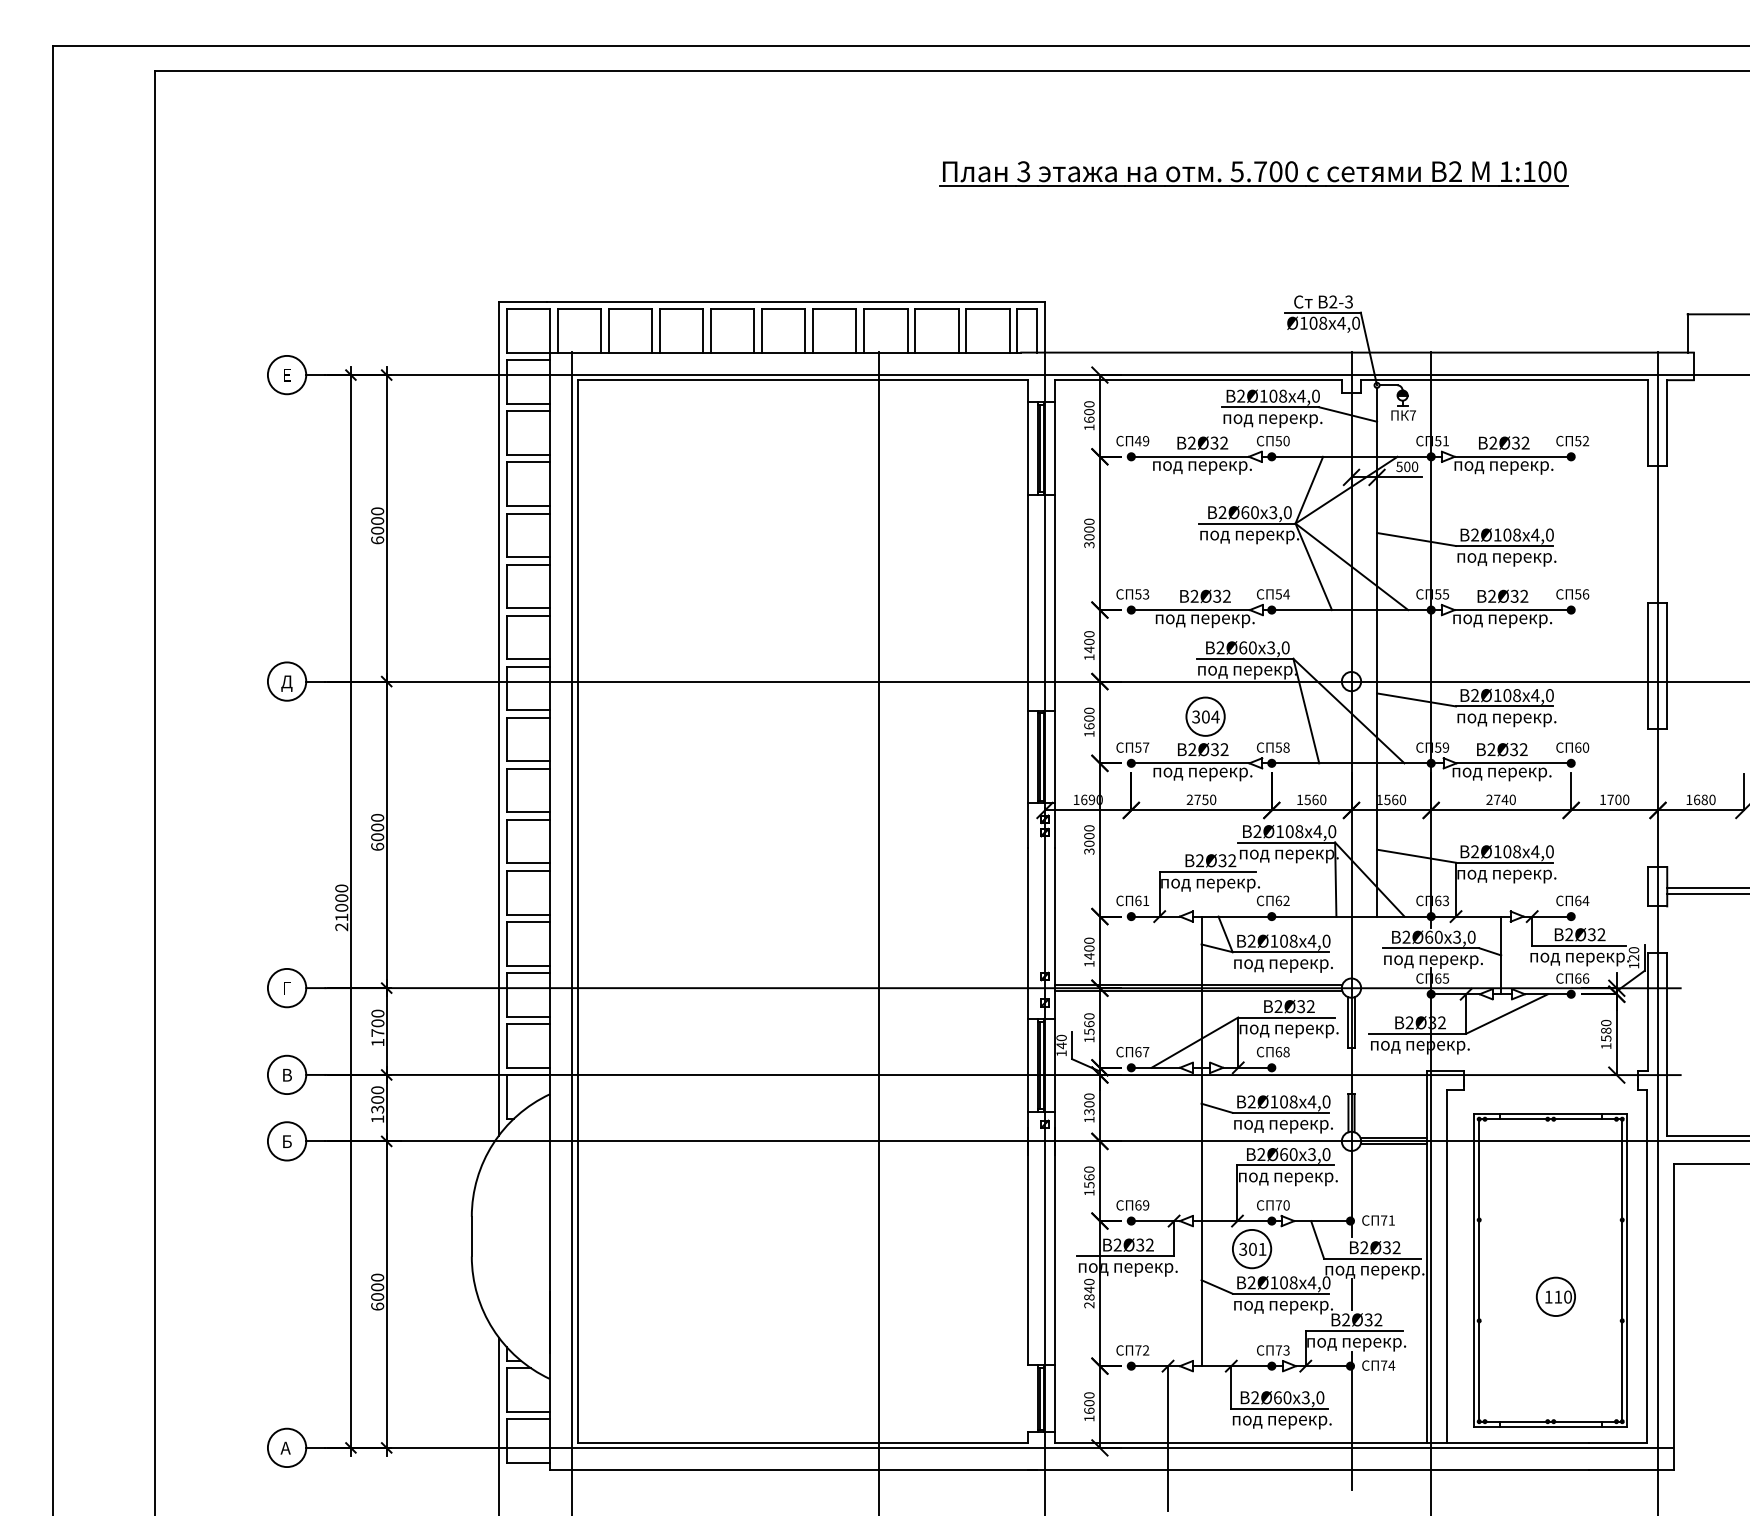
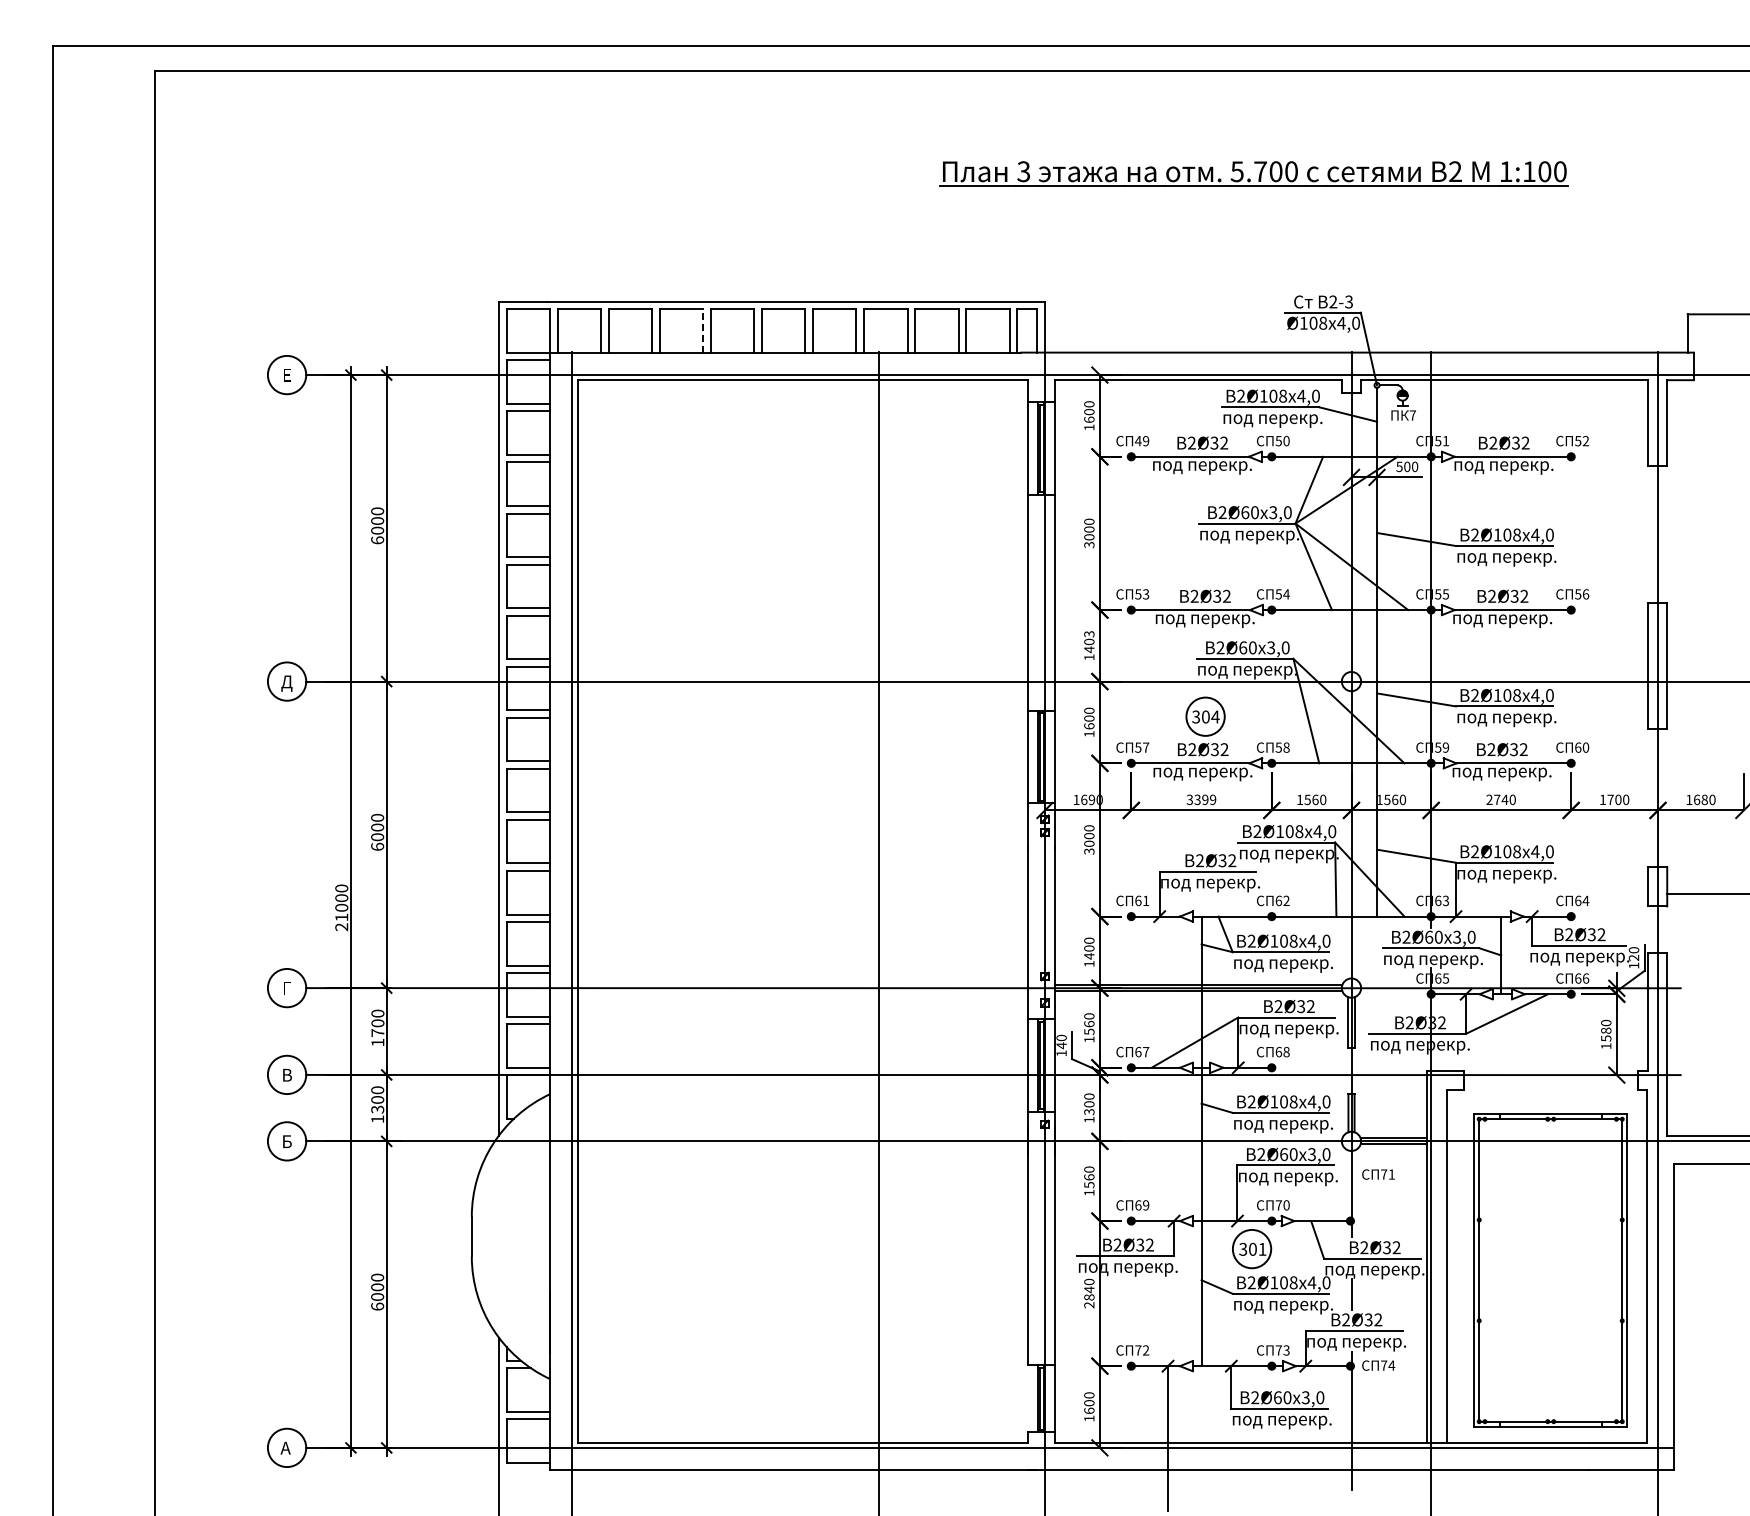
line at (703, 330): solid -> dashed
text at (1089, 634): 1400 -> 1403
text at (1201, 799): 2750 -> 3399
line at (1706, 887): present -> none
text at (1378, 1220) position: (1378, 1220) -> (1378, 1174)
part at (1555, 1296): present -> none
